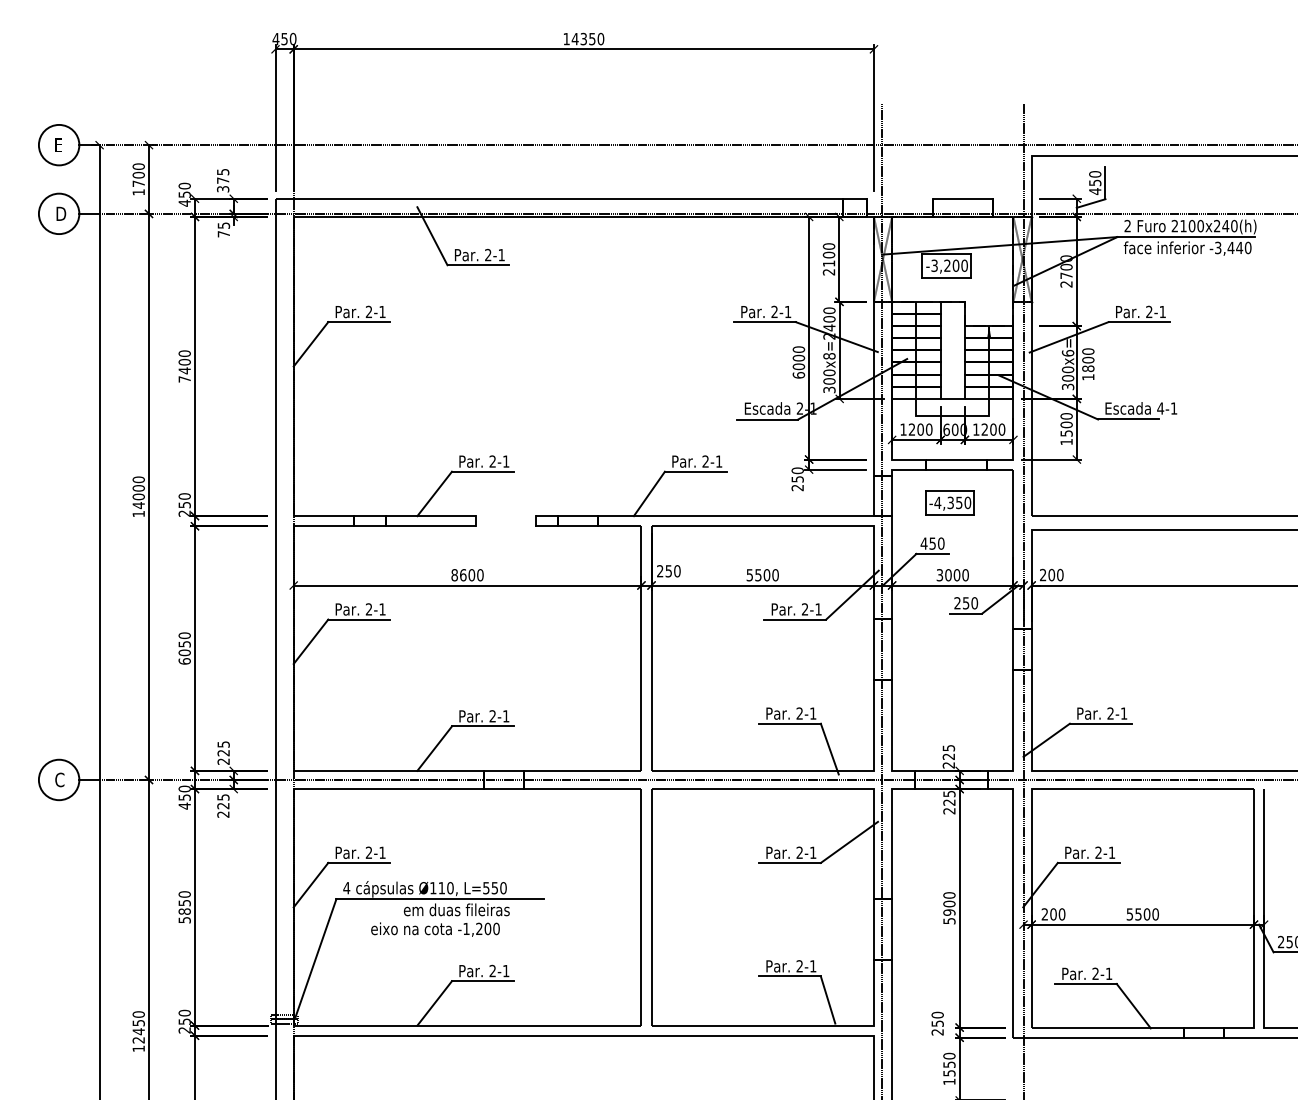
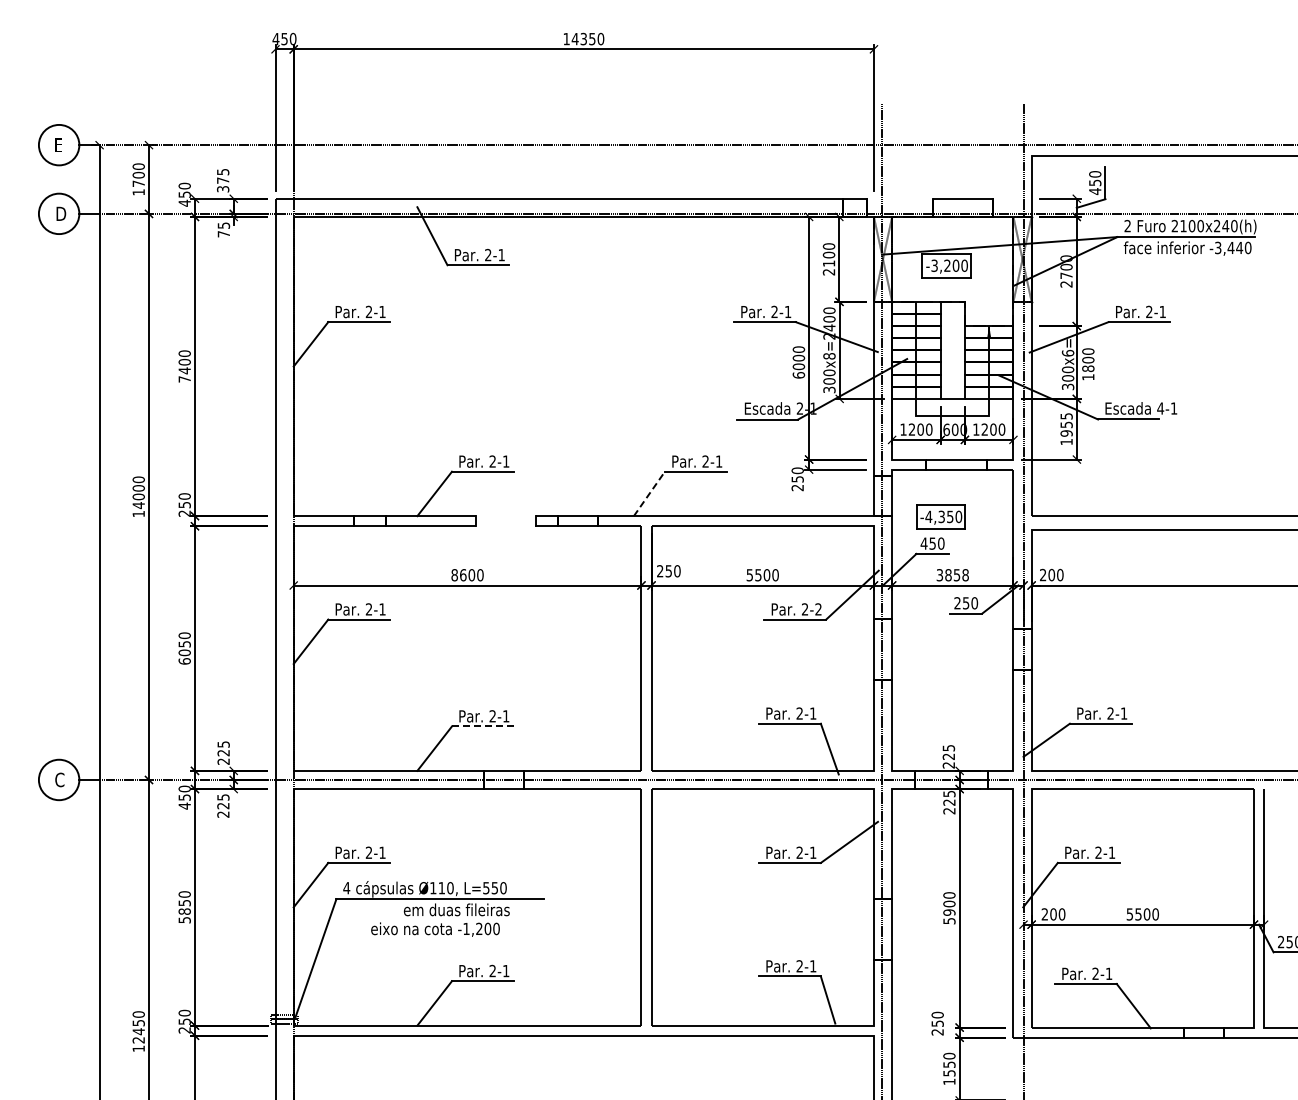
text at (1066, 424): 1500 -> 1955
line at (649, 493): solid -> dashed
part at (949, 502) position: (949, 502) -> (940, 516)
text at (956, 575): 3000 -> 3858
text at (818, 609): 2-1 -> 2-2
line at (482, 726): solid -> dashed
